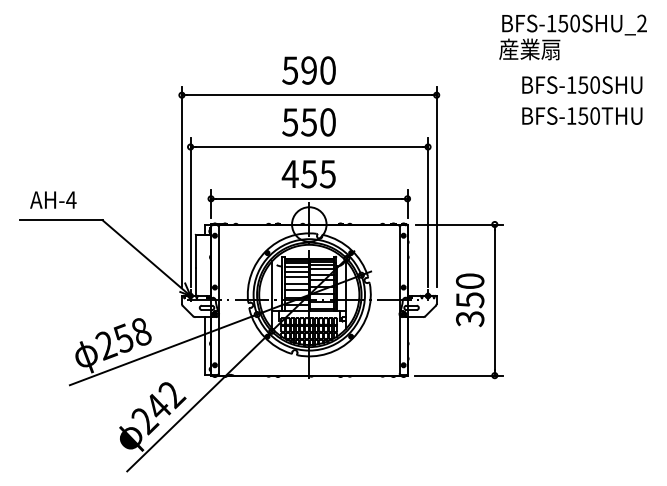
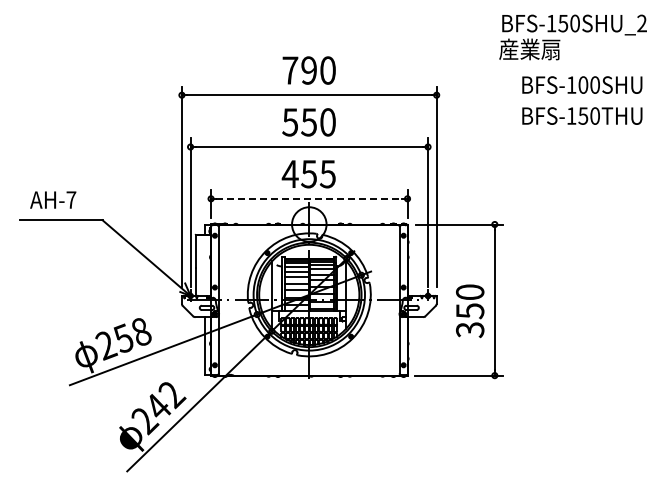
text at (290, 70): 590 -> 790
text at (583, 84): BFS-150SHU -> BFS-100SHU
line at (309, 198): solid -> dashed
text at (71, 199): AH-4 -> AH-7
text at (470, 300) position: (470, 300) -> (470, 311)
